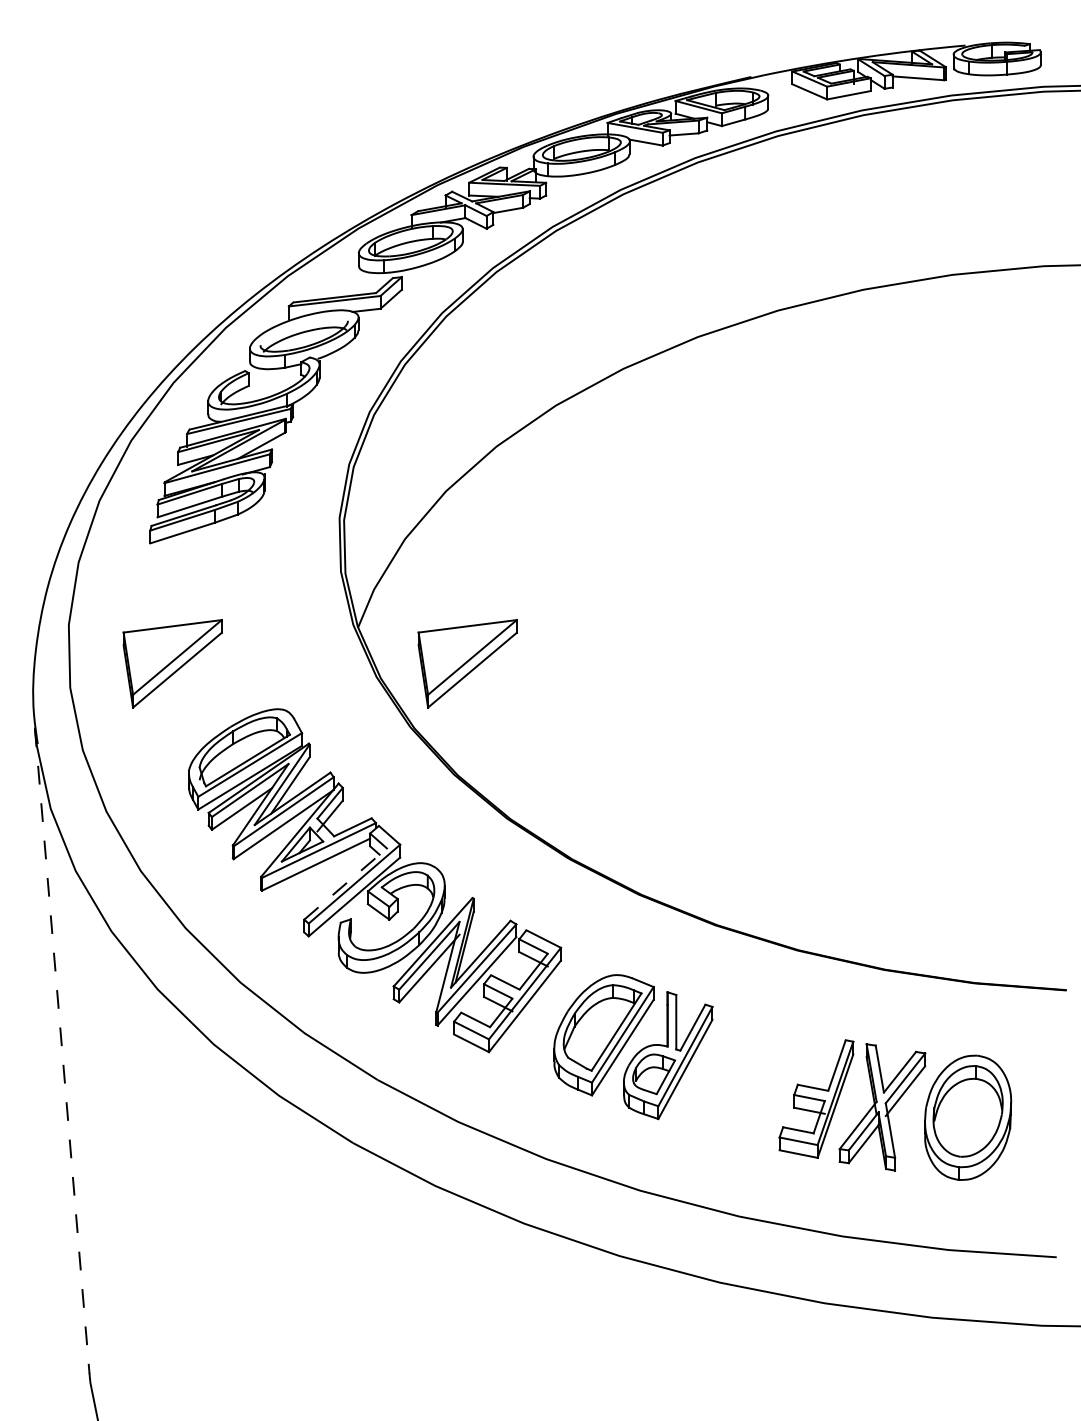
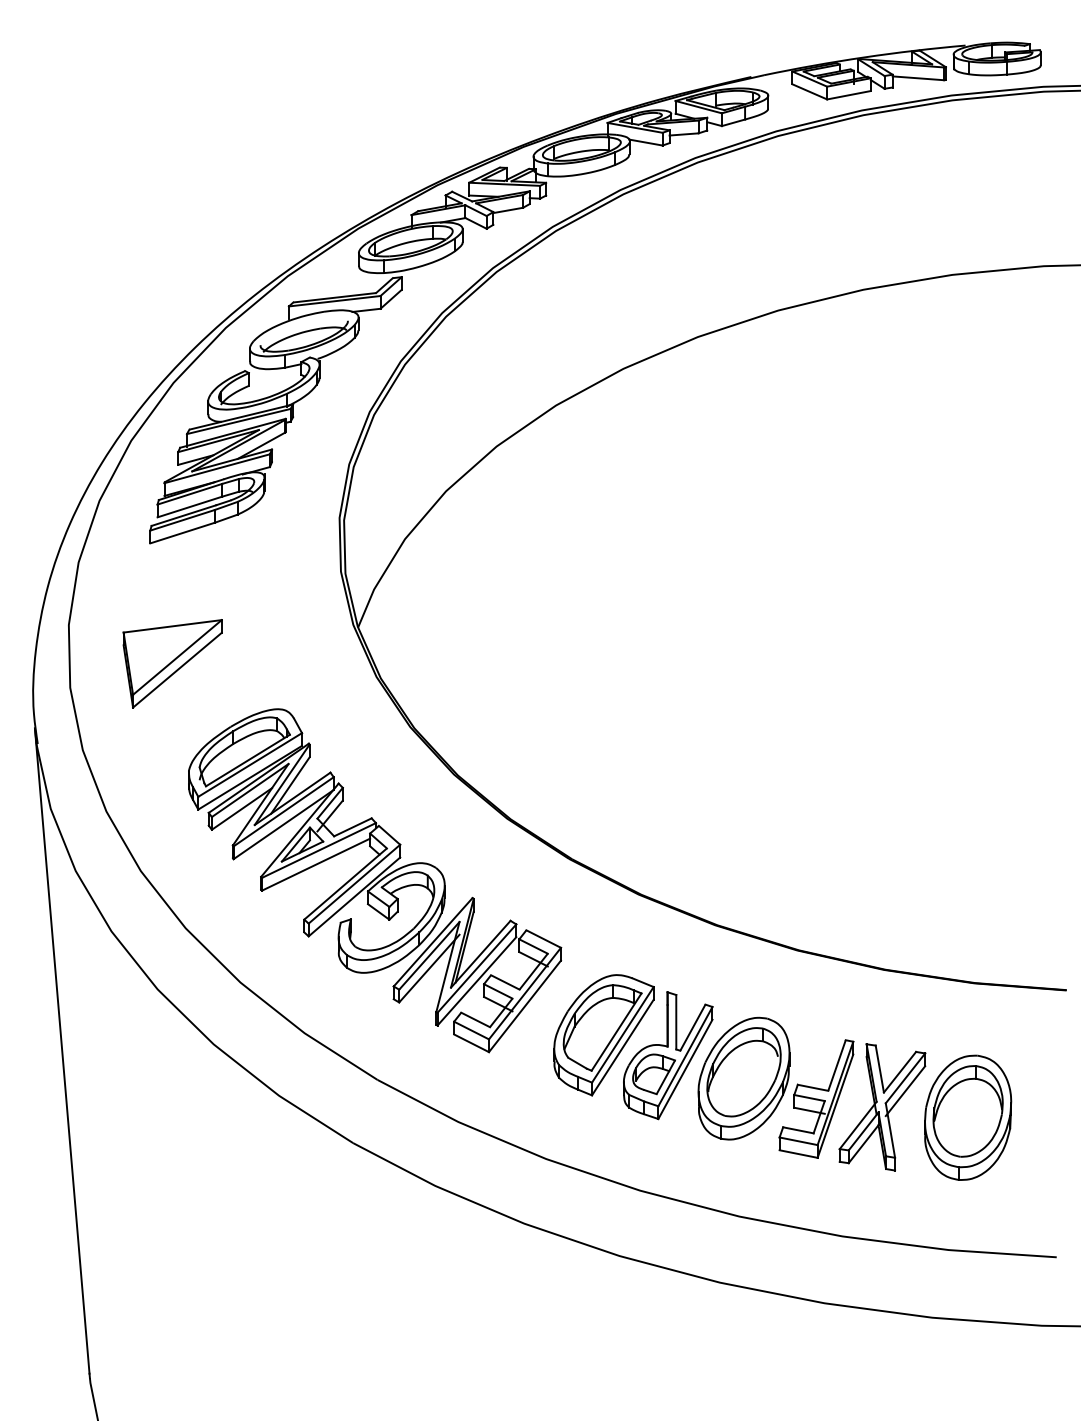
part at (467, 663): present -> none
line at (346, 883): dashed -> solid
line at (62, 1051): dashed -> solid
part at (743, 1078): none -> present
